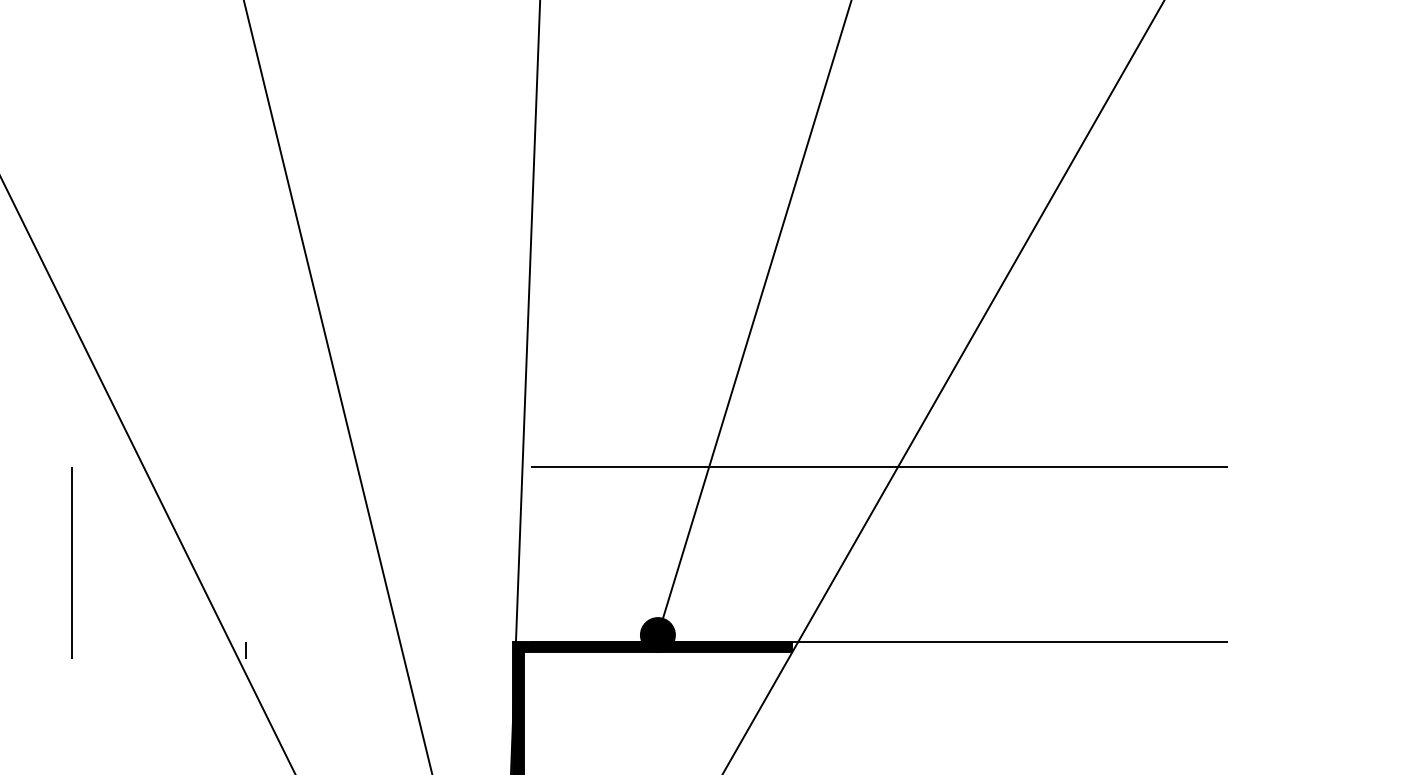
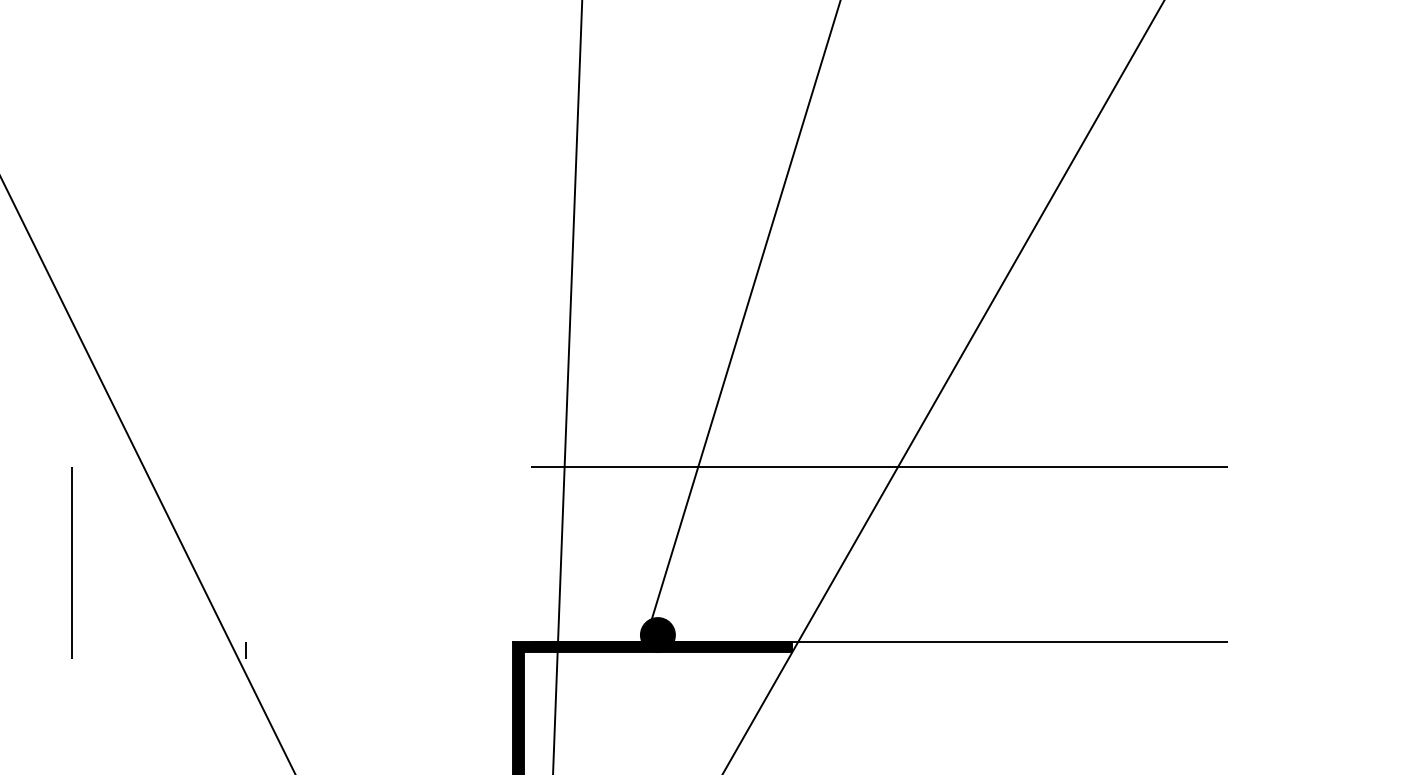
line at (753, 318) position: (753, 318) -> (743, 317)
line at (337, 386): present -> none
line at (525, 386) position: (525, 386) -> (567, 386)
